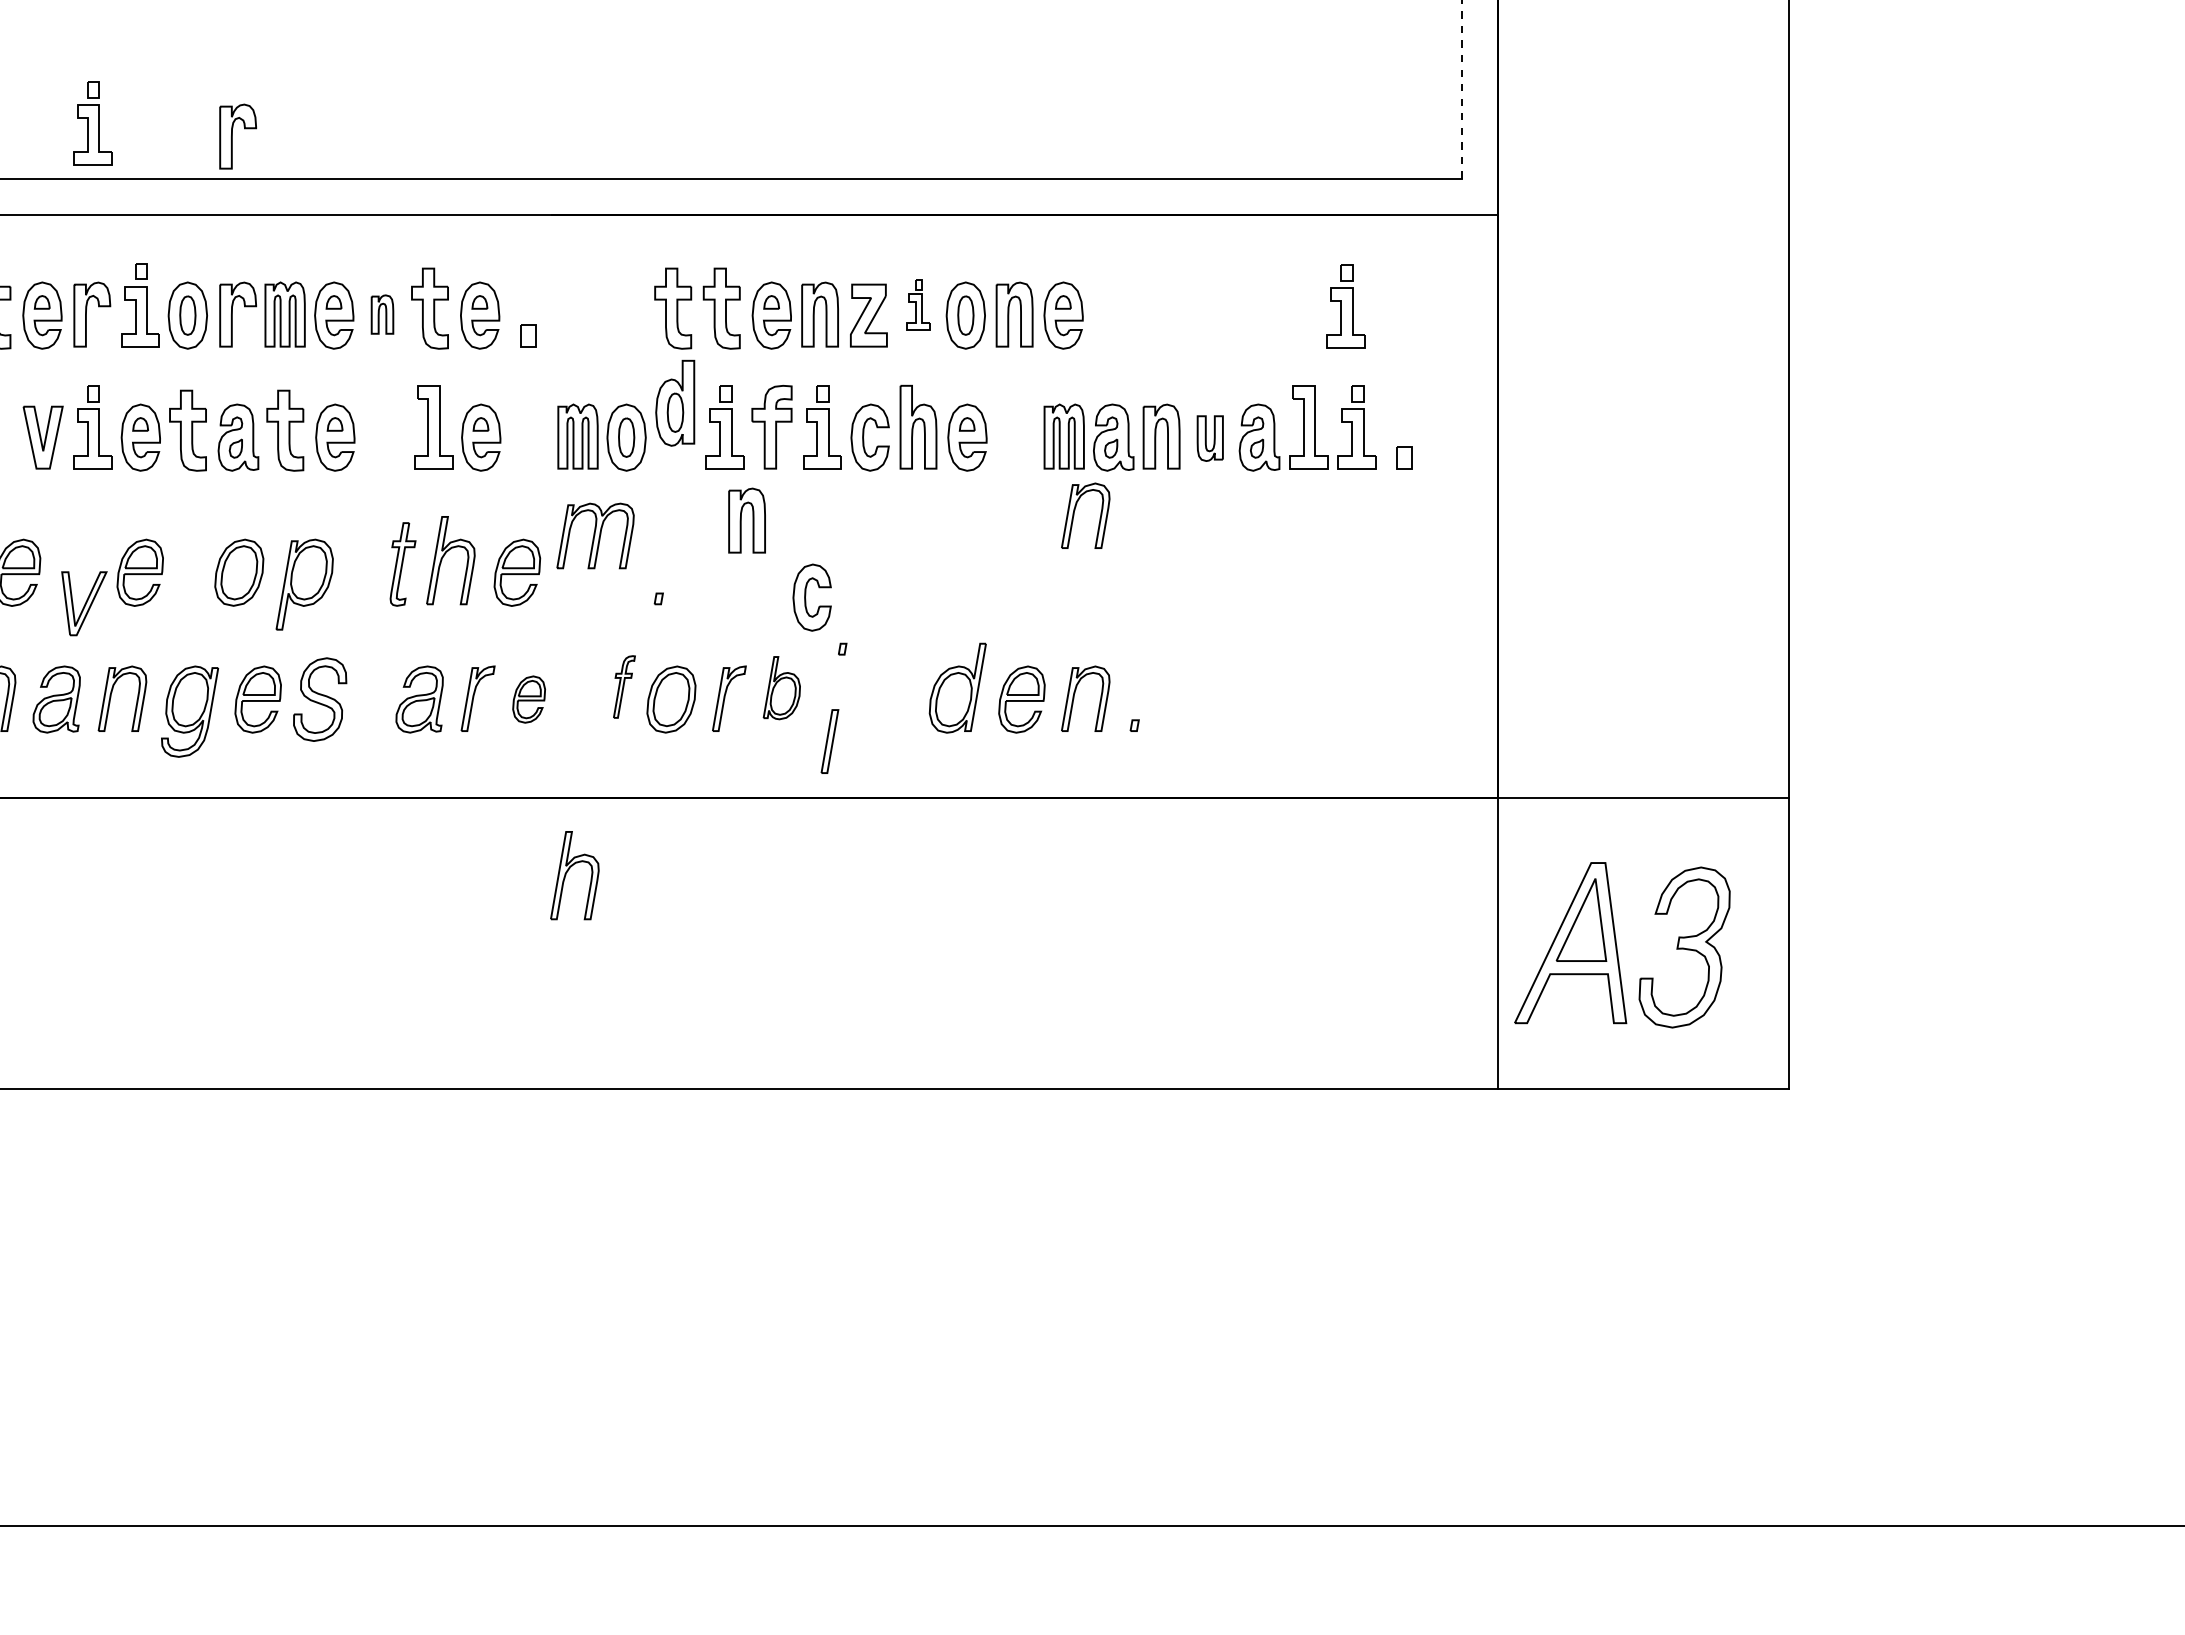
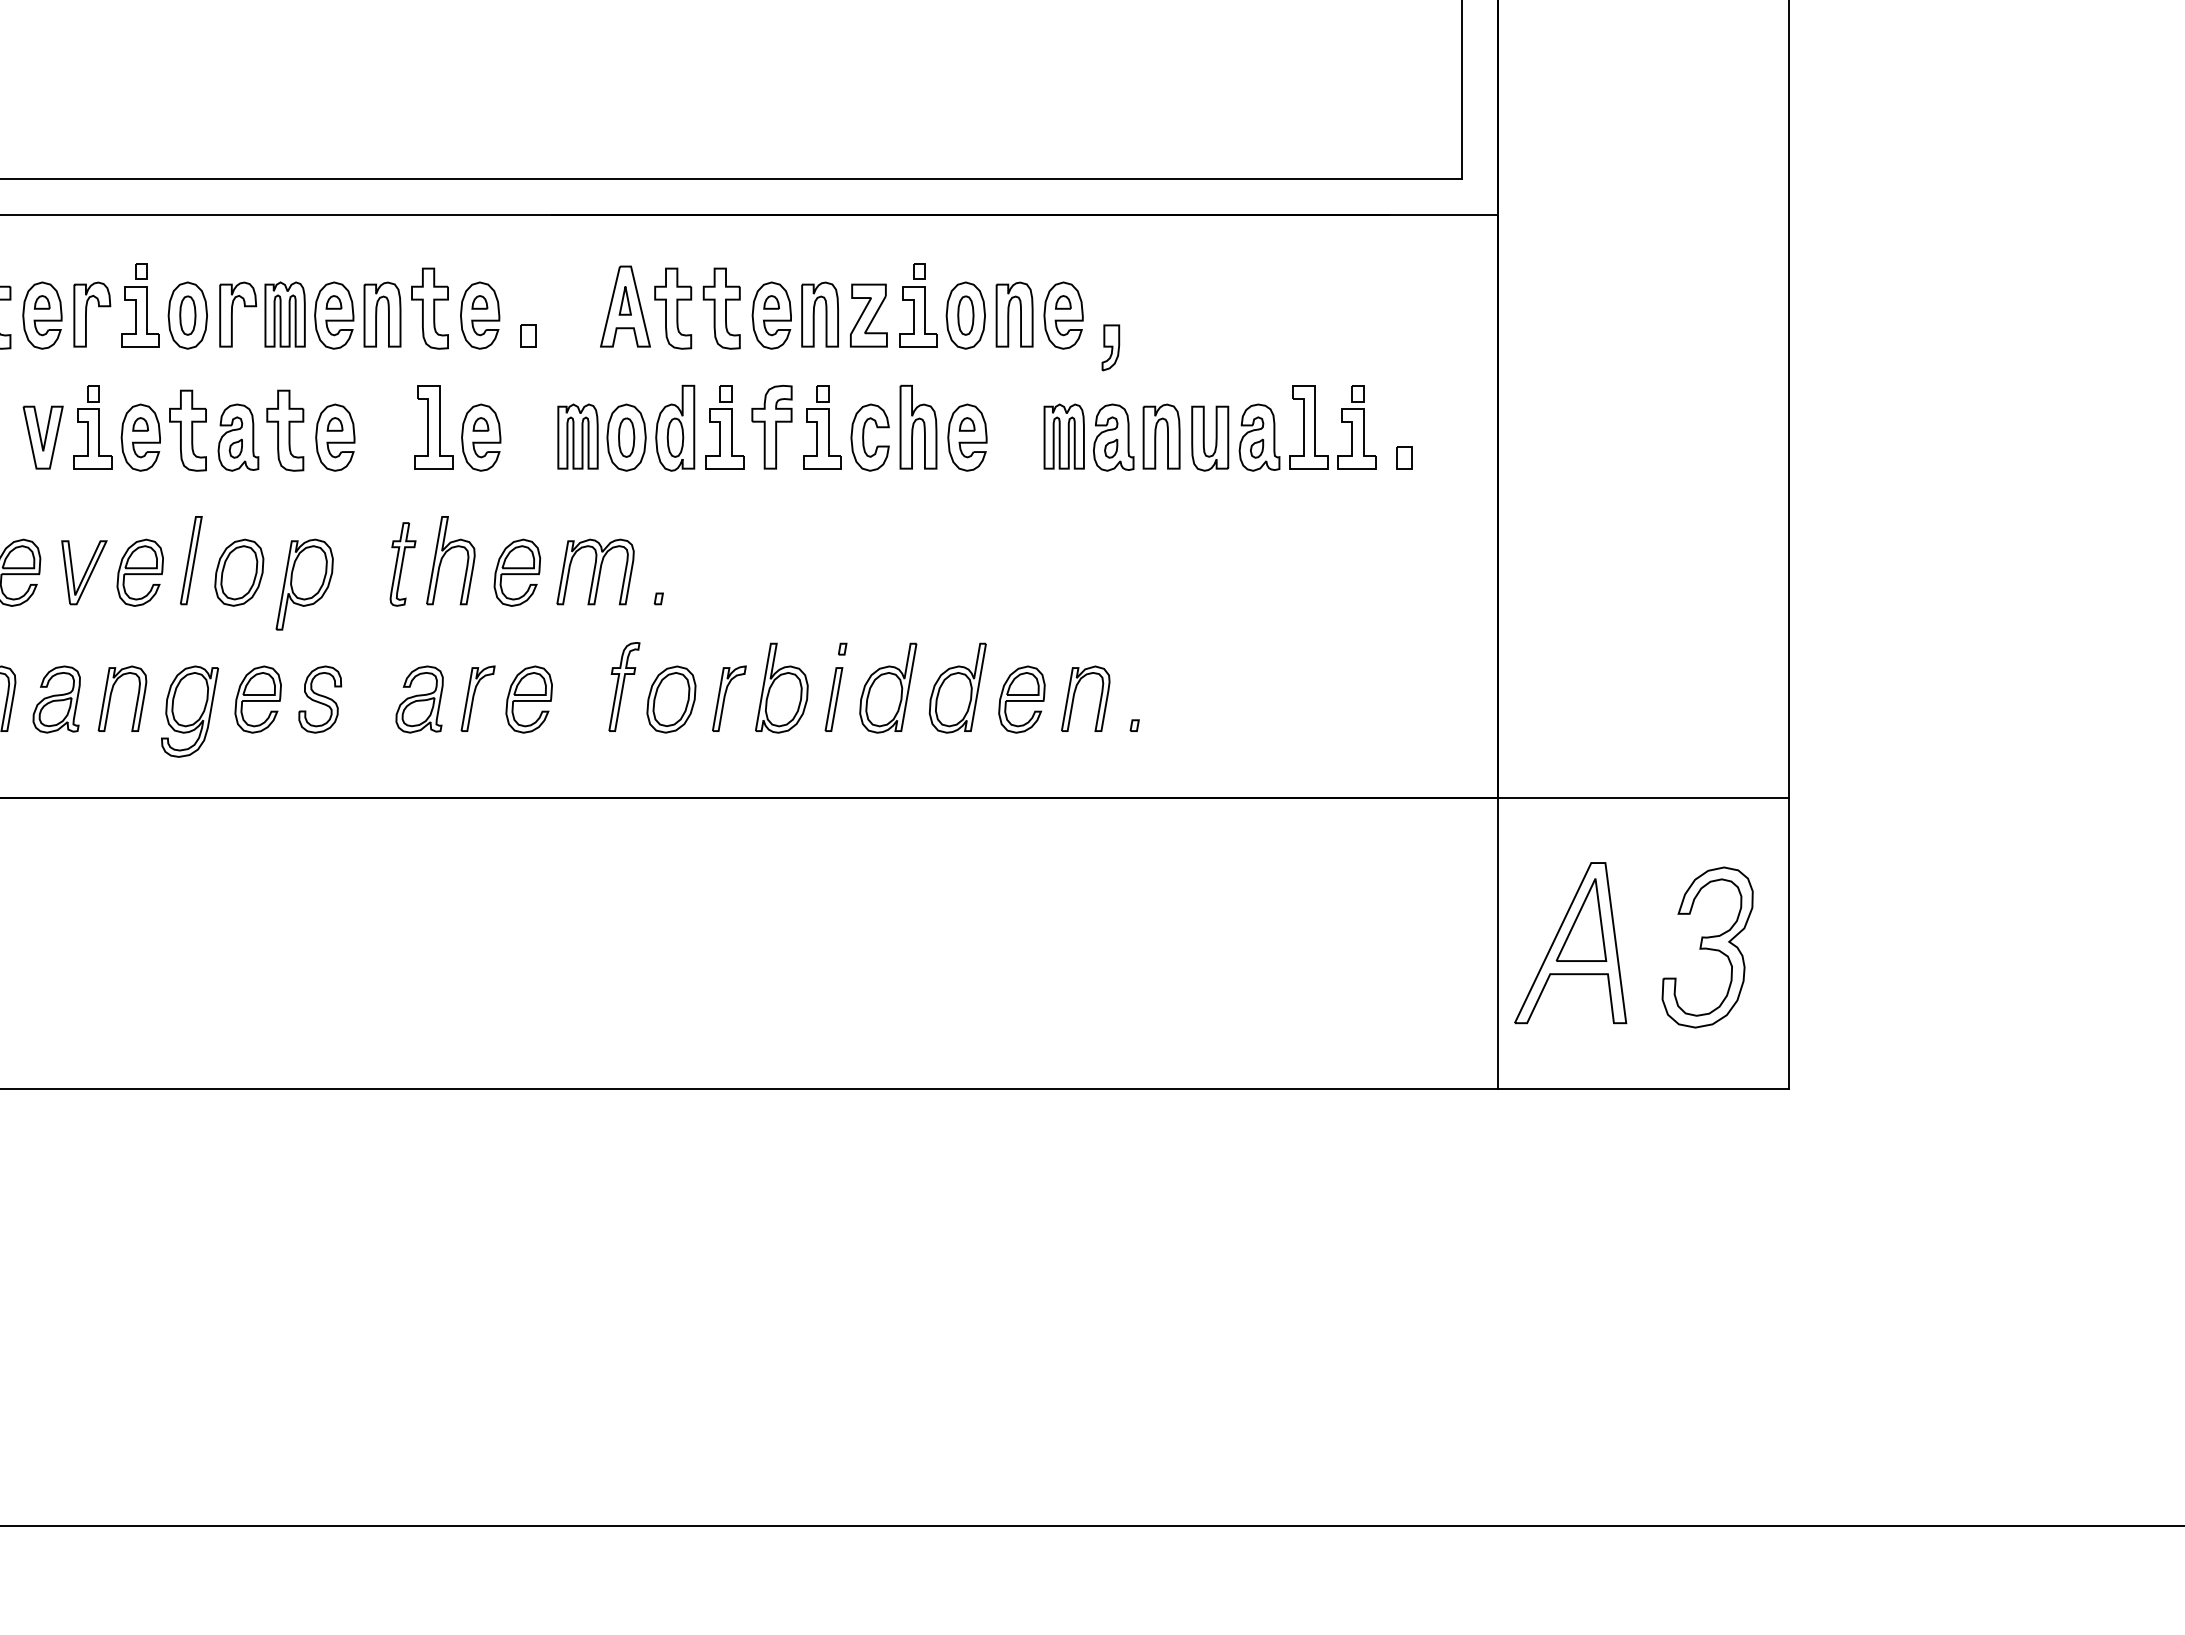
line at (1461, 89): dashed -> solid
part at (92, 123): present -> none
part at (237, 136): present -> none
part at (918, 304) size: 25x52 px -> 39x85 px
part at (625, 306): none -> present
part at (1345, 306): present -> none
part at (382, 314) size: 25x41 px -> 39x67 px
part at (1110, 347): none -> present
part at (675, 402) position: (675, 402) -> (675, 427)
part at (1209, 438) size: 28x47 px -> 39x67 px
part at (1074, 515): present -> none
part at (746, 520): present -> none
part at (595, 535) position: (595, 535) -> (595, 571)
part at (191, 560): none -> present
part at (811, 597): present -> none
part at (84, 603) position: (84, 603) -> (84, 572)
part at (624, 686) size: 23x64 px -> 33x90 px
part at (888, 687): none -> present
part at (781, 688) size: 39x65 px -> 54x92 px
part at (320, 699) size: 55x85 px -> 45x69 px
part at (528, 699) size: 34x49 px -> 48x69 px
part at (829, 741) position: (829, 741) -> (833, 699)
part at (568, 871): present -> none
part at (1684, 947) position: (1684, 947) -> (1707, 947)
